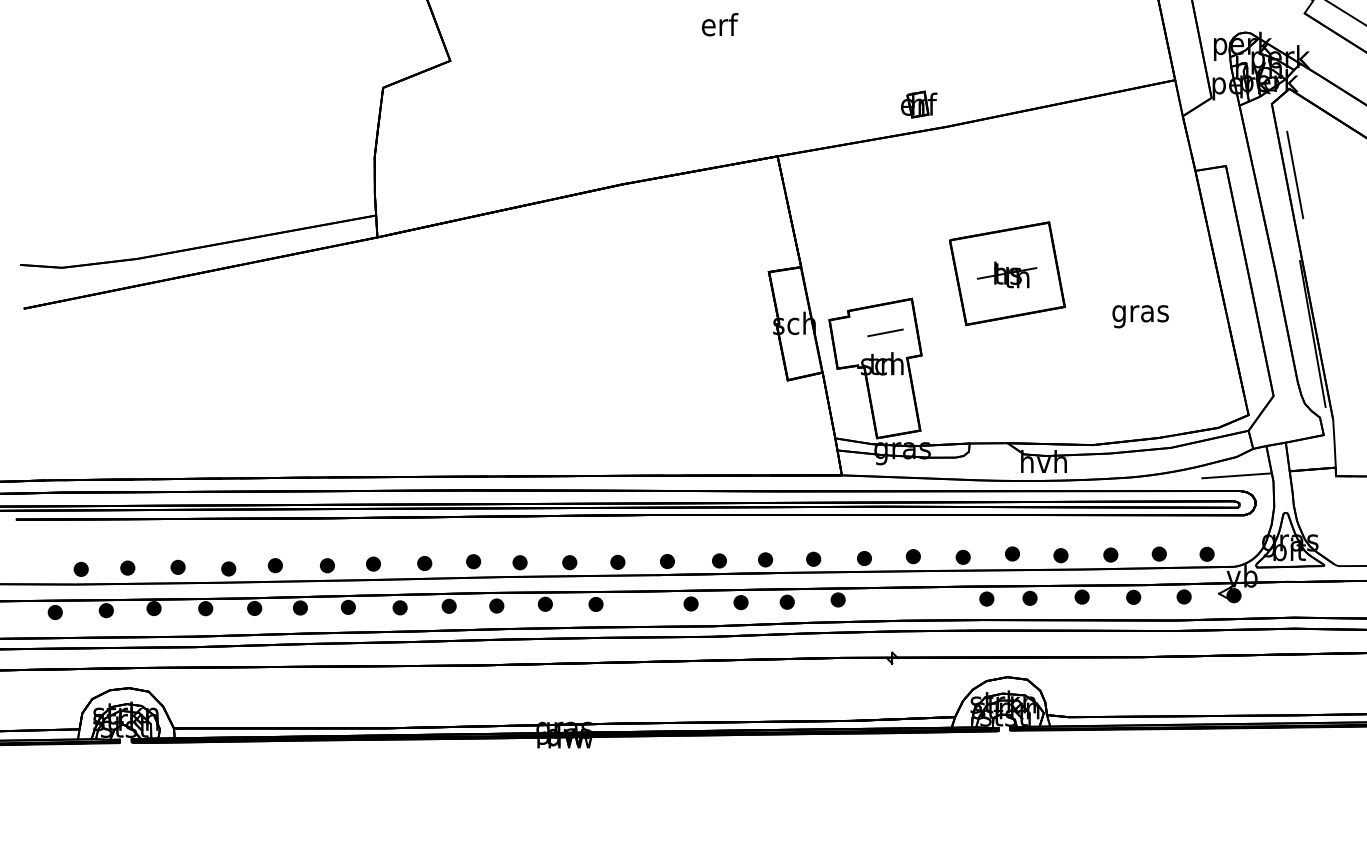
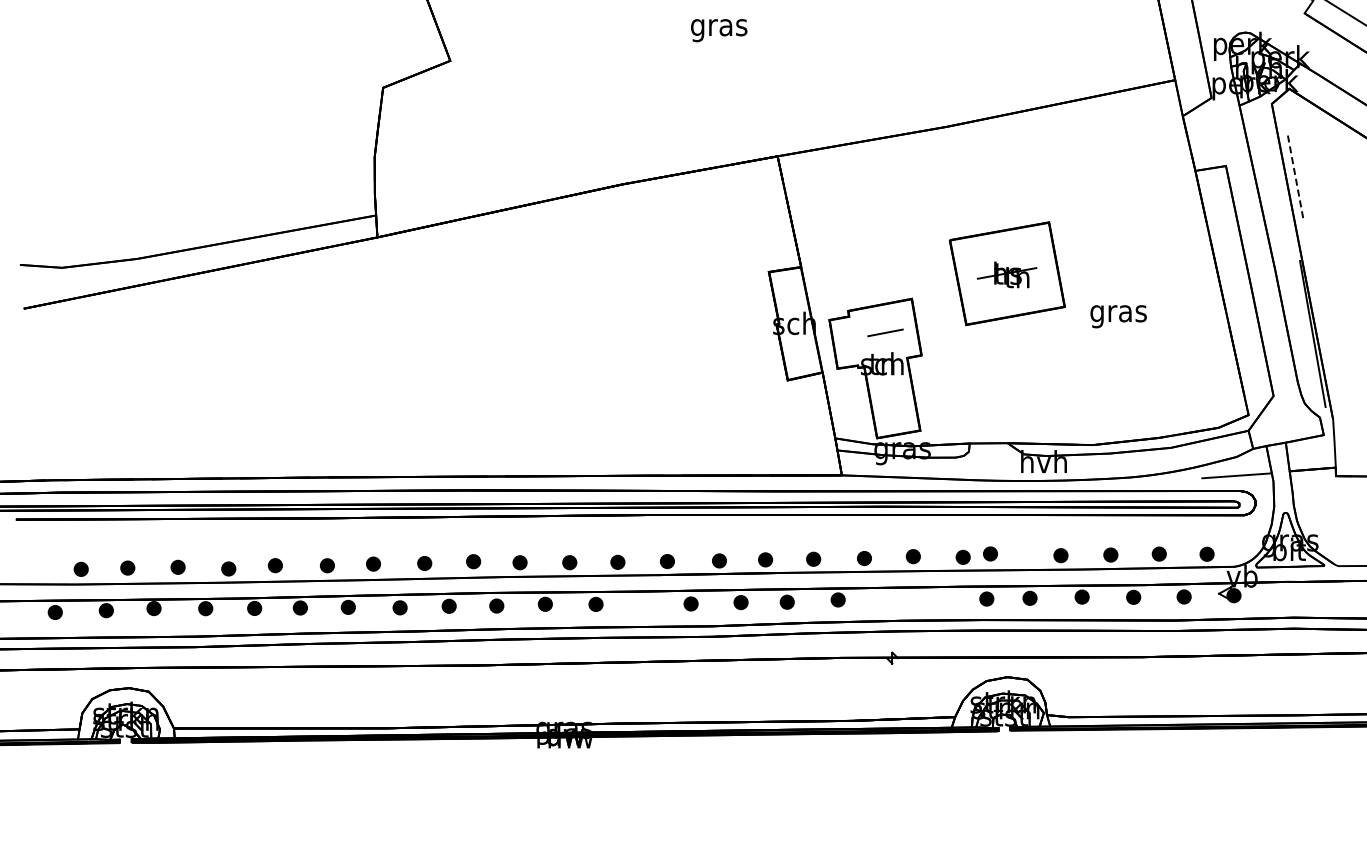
text at (719, 27): erf -> gras
part at (919, 104): present -> none
line at (1295, 175): solid -> dashed
text at (1140, 316) position: (1140, 316) -> (1118, 316)
part at (1012, 553) position: (1012, 553) -> (990, 553)
